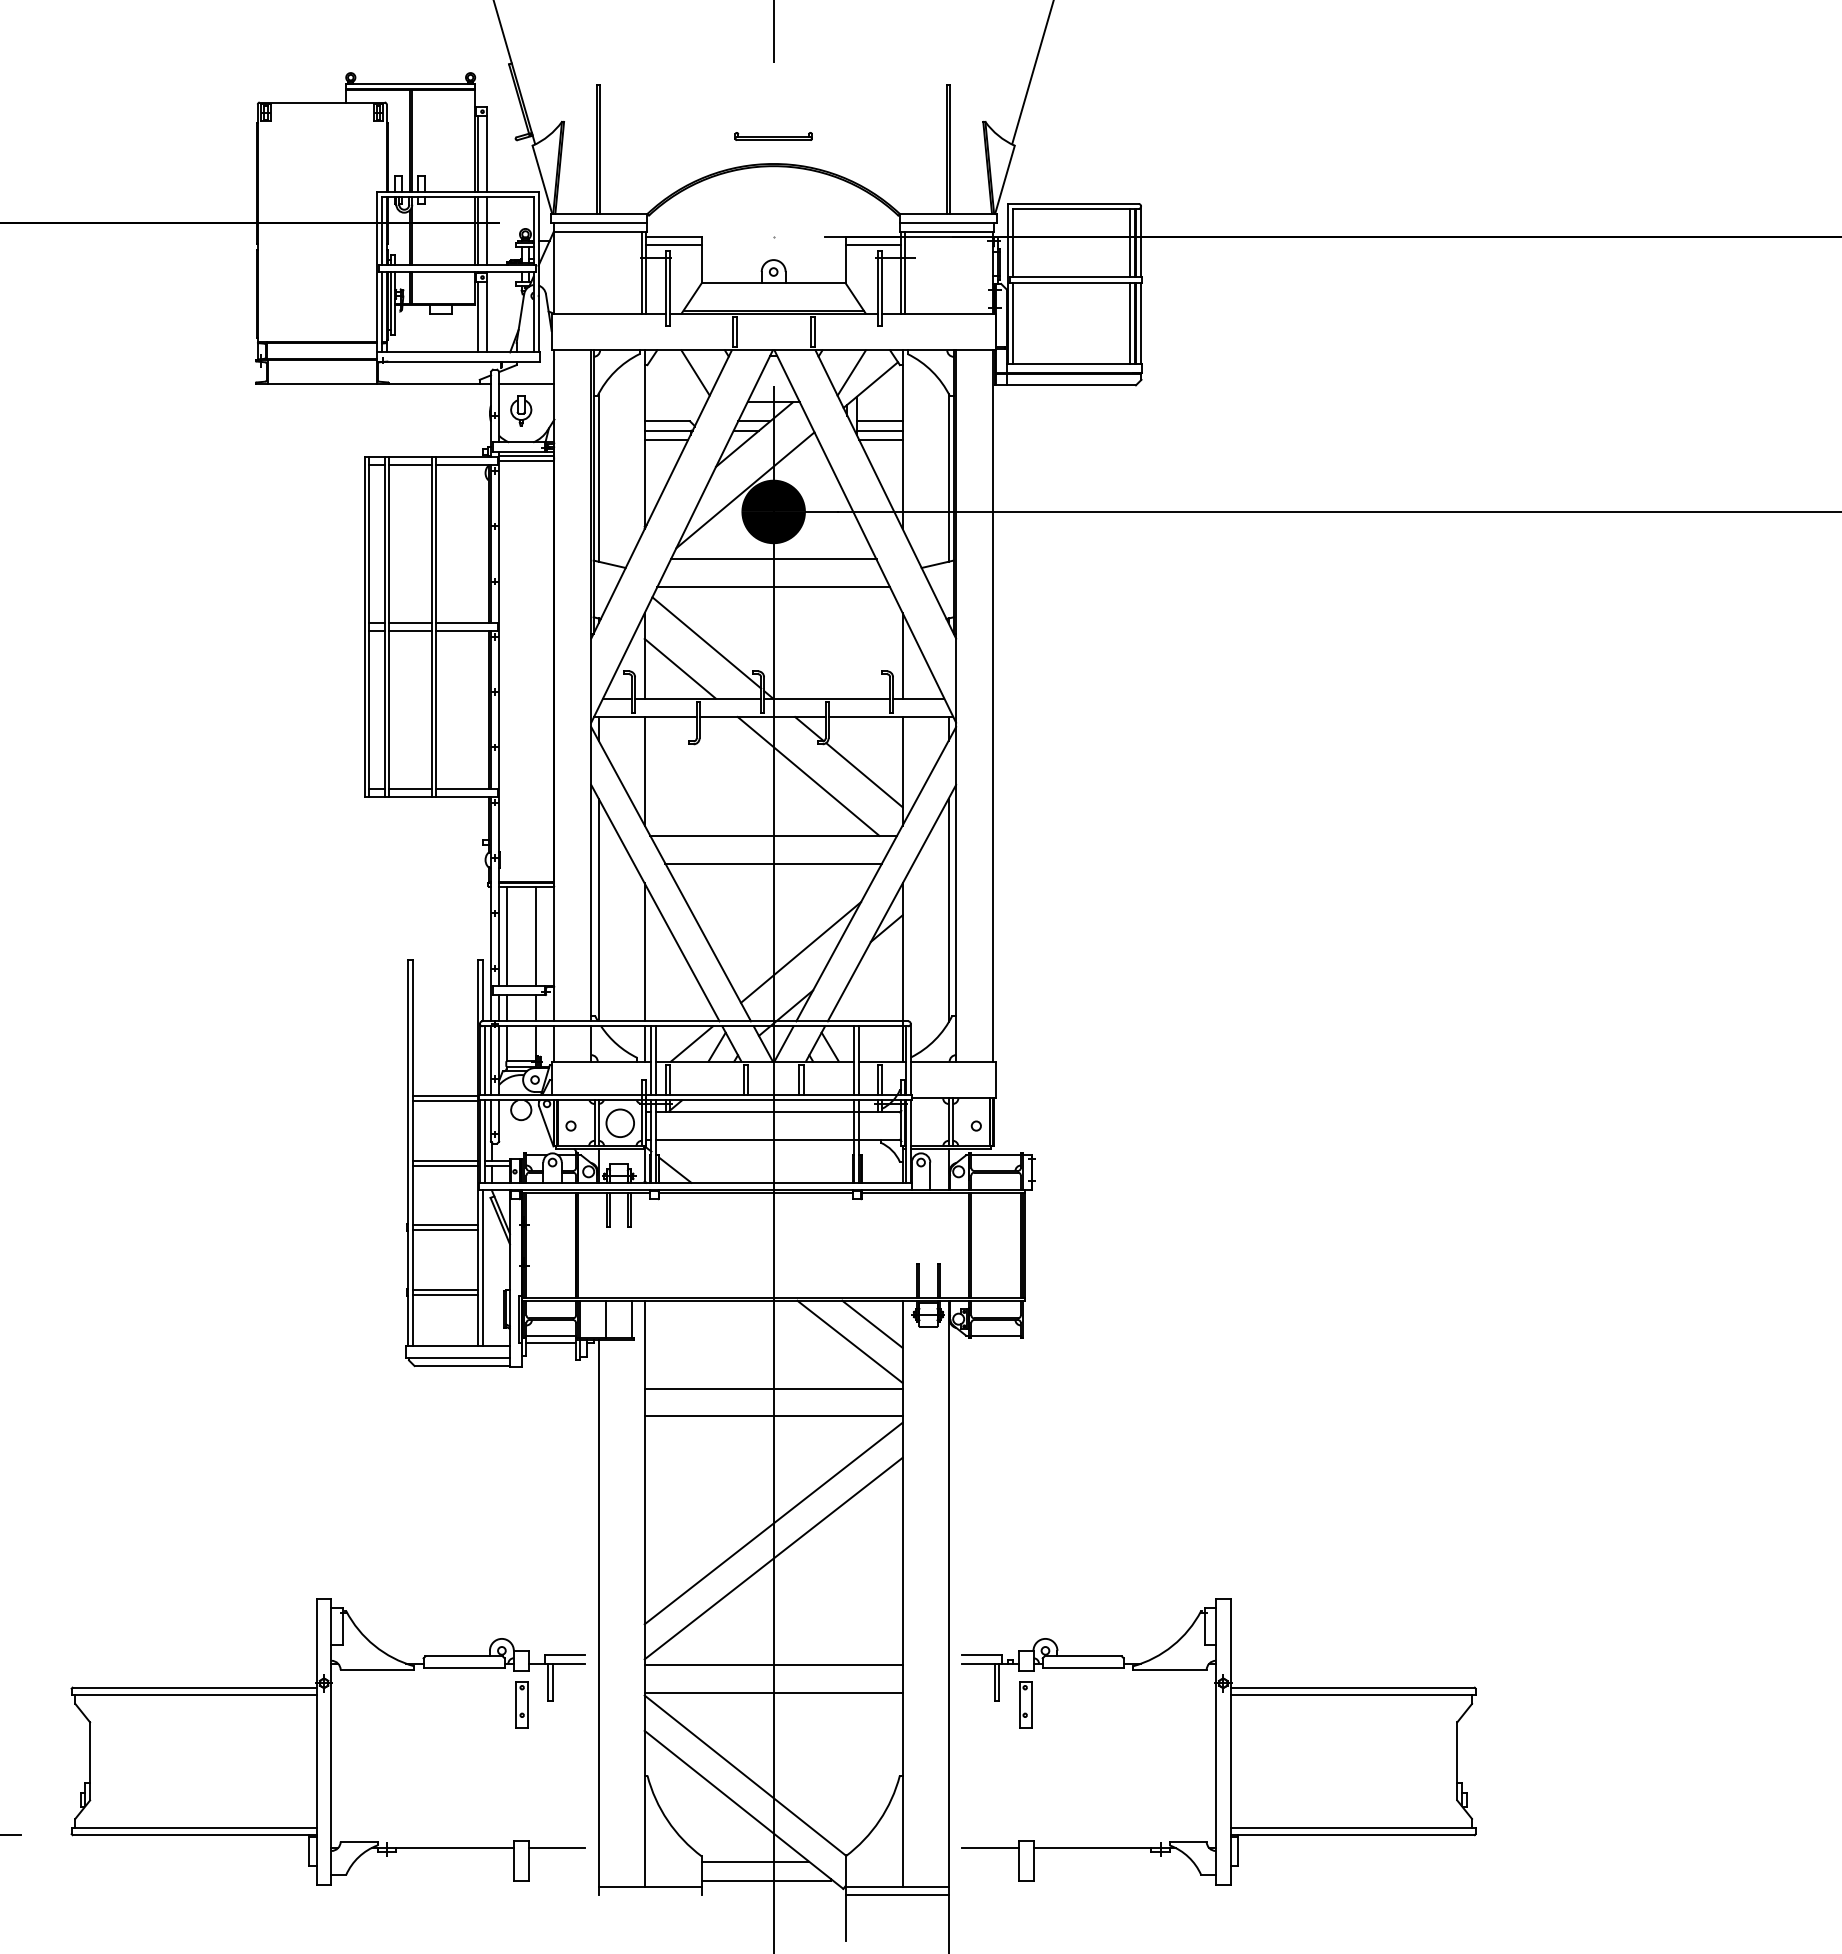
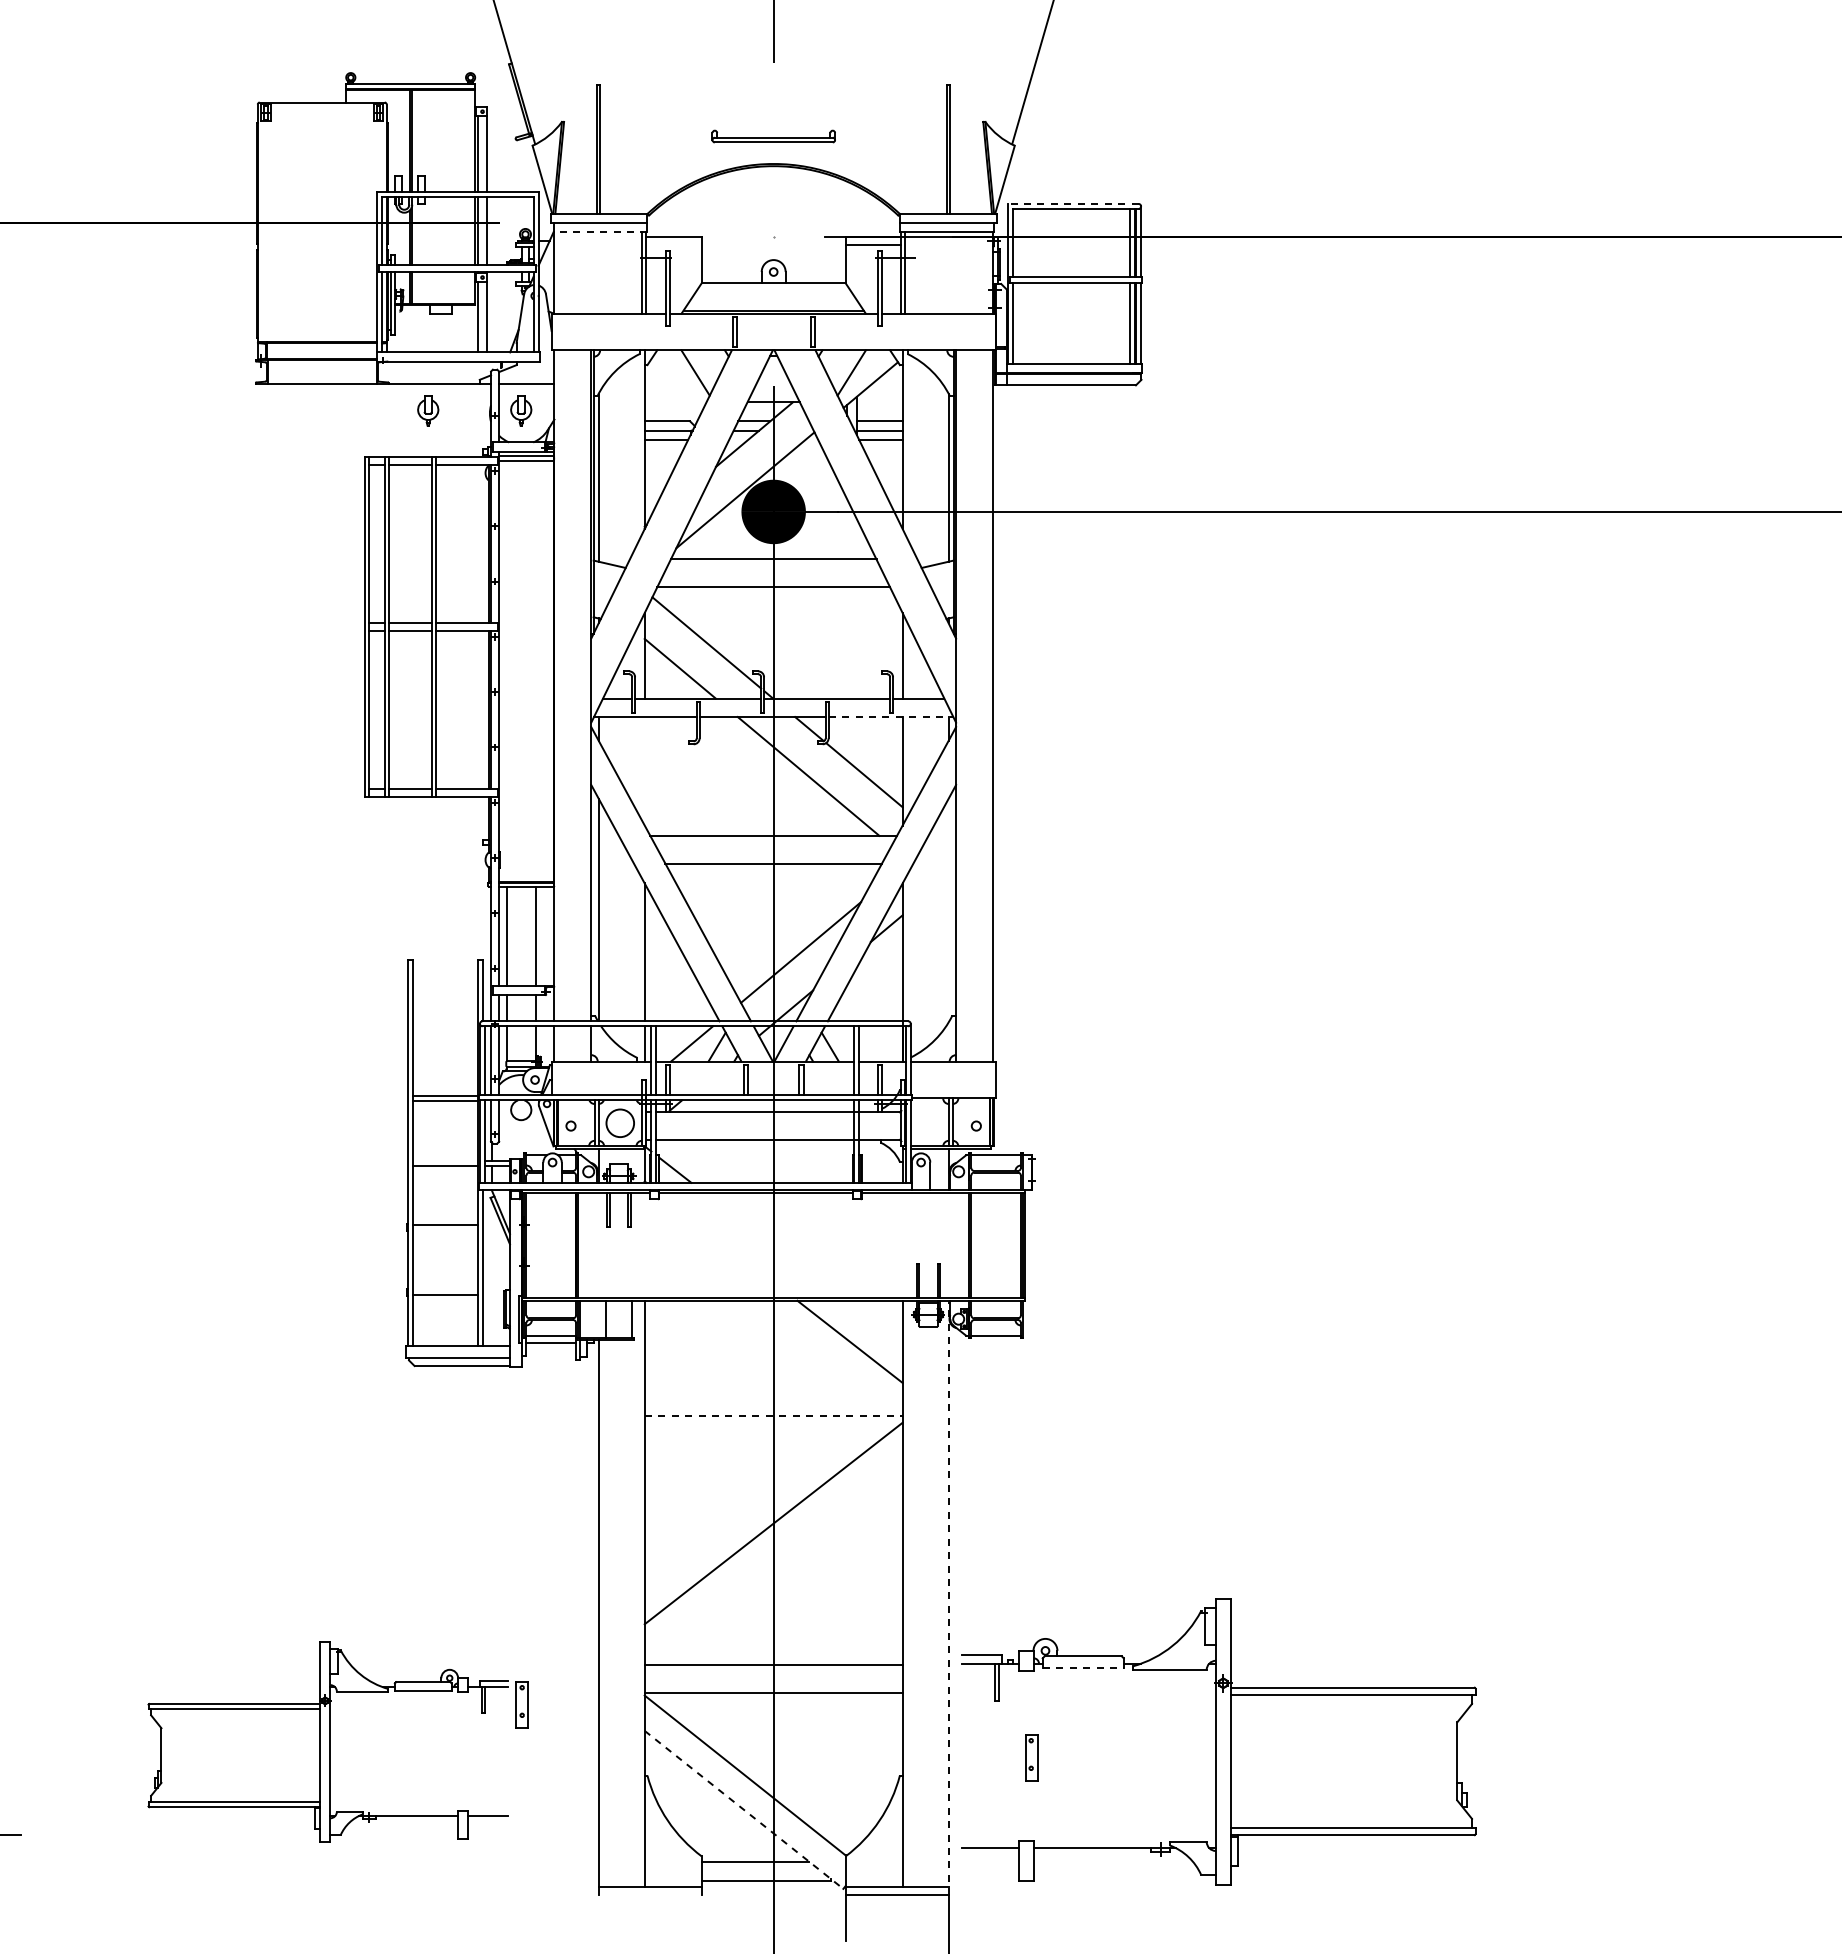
part at (773, 136) size: 79x9 px -> 125x15 px
line at (1072, 203): solid -> dashed
line at (600, 232): solid -> dashed
line at (673, 245): present -> none
part at (428, 410): none -> present
line at (891, 717): solid -> dashed
line at (644, 771): present -> none
line at (948, 910): present -> none
line at (445, 1160): present -> none
line at (445, 1230): present -> none
line at (445, 1289): present -> none
line at (872, 1323): present -> none
line at (773, 1388): present -> none
line at (773, 1416): solid -> dashed
line at (773, 1558): present -> none
line at (948, 1597): solid -> dashed
line at (1083, 1668): solid -> dashed
part at (1025, 1704) position: (1025, 1704) -> (1031, 1757)
part at (327, 1741) size: 516x288 px -> 362x202 px
line at (744, 1809): solid -> dashed
